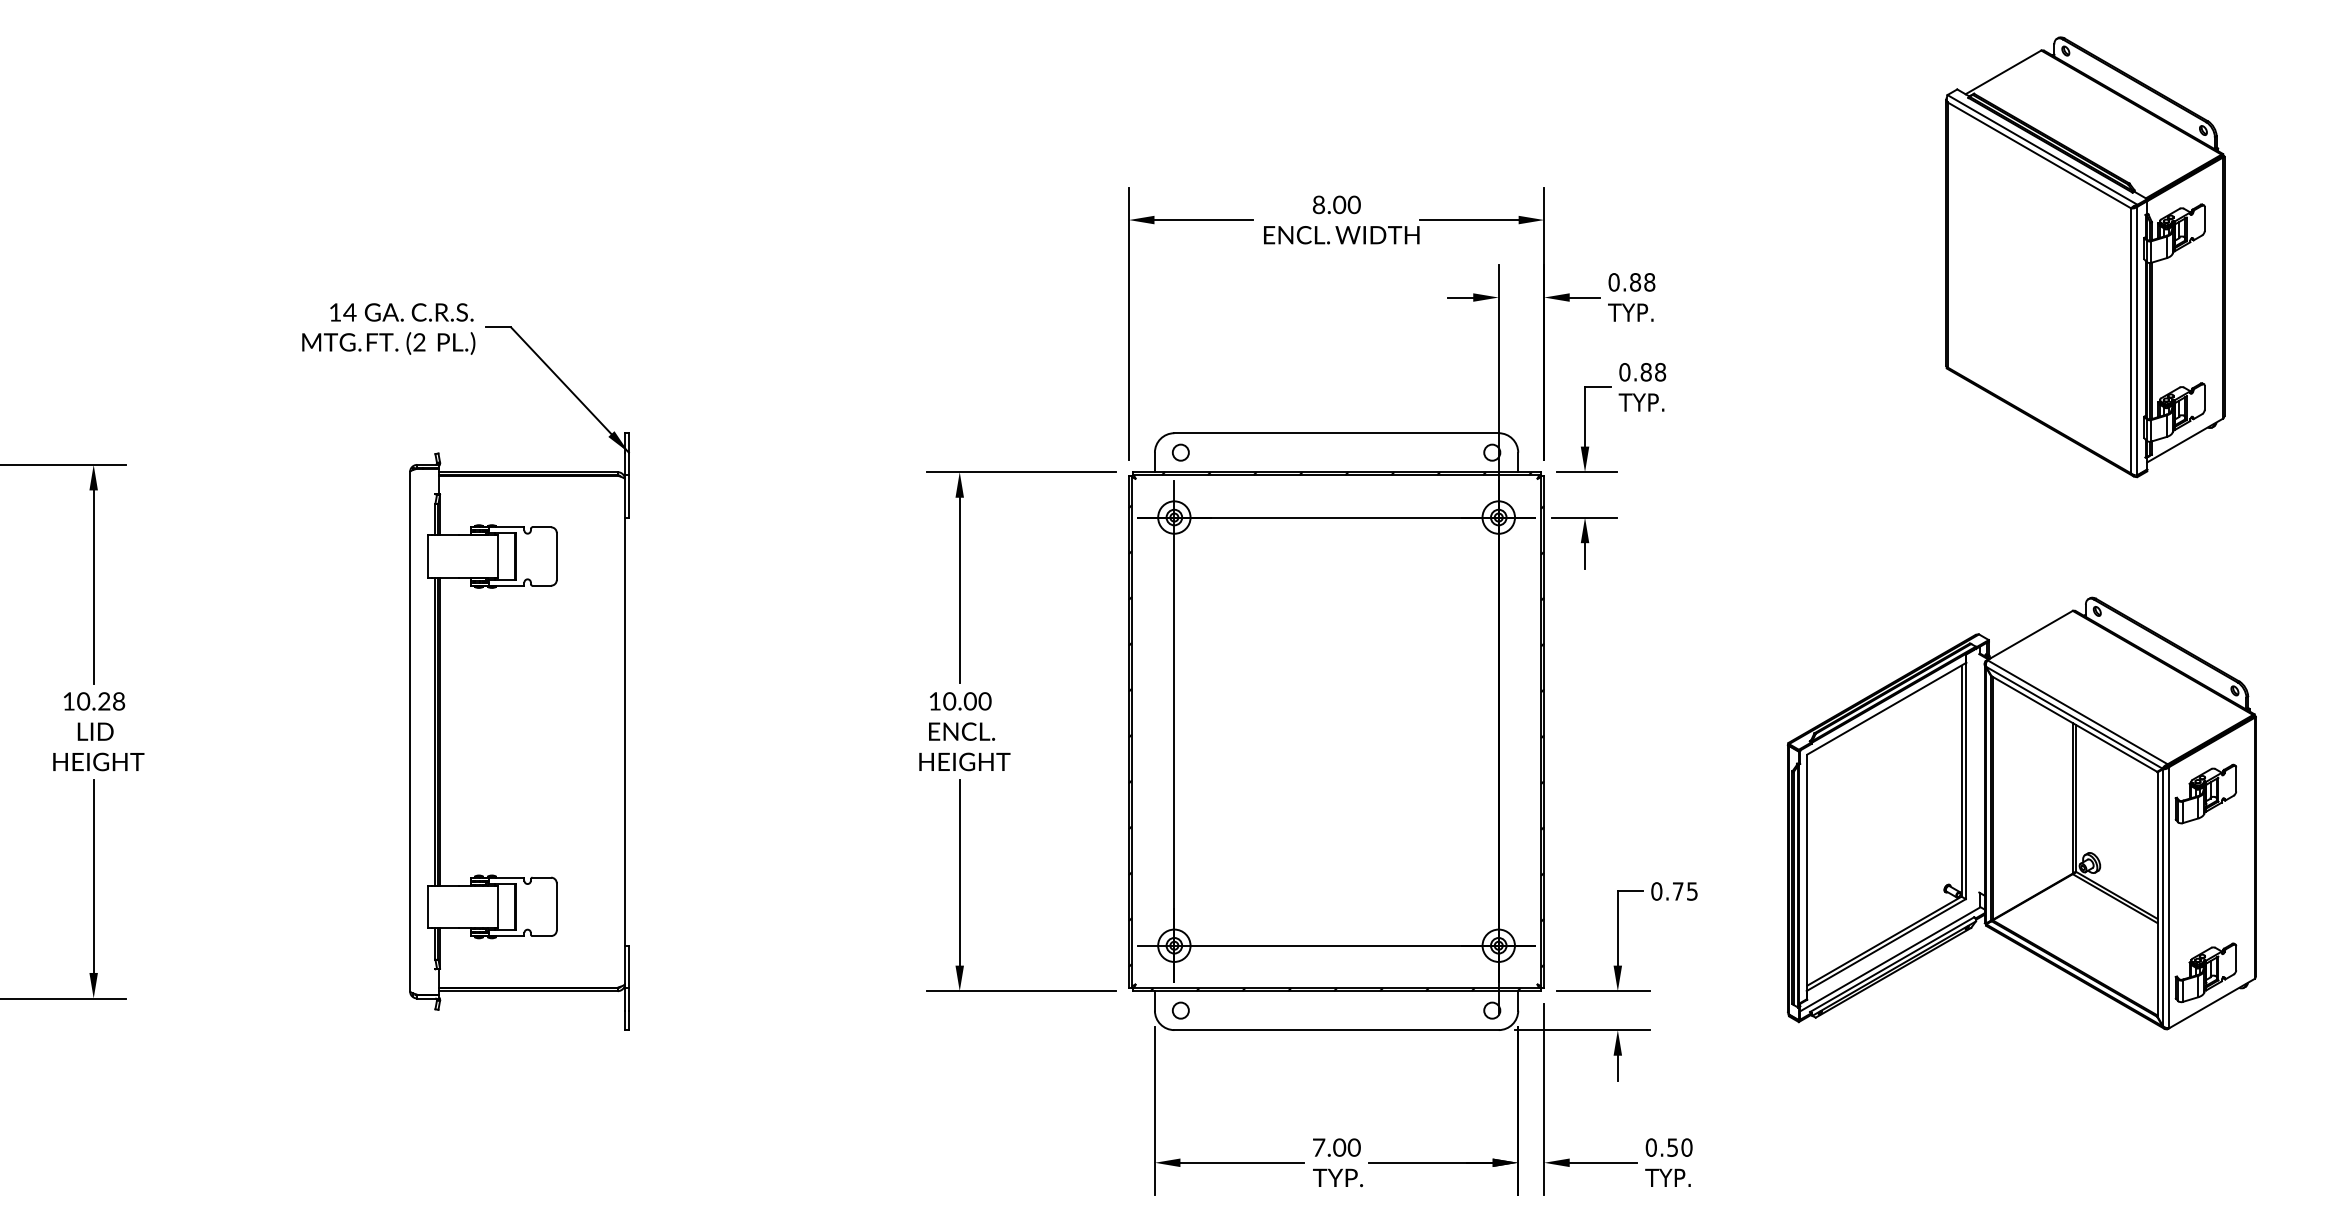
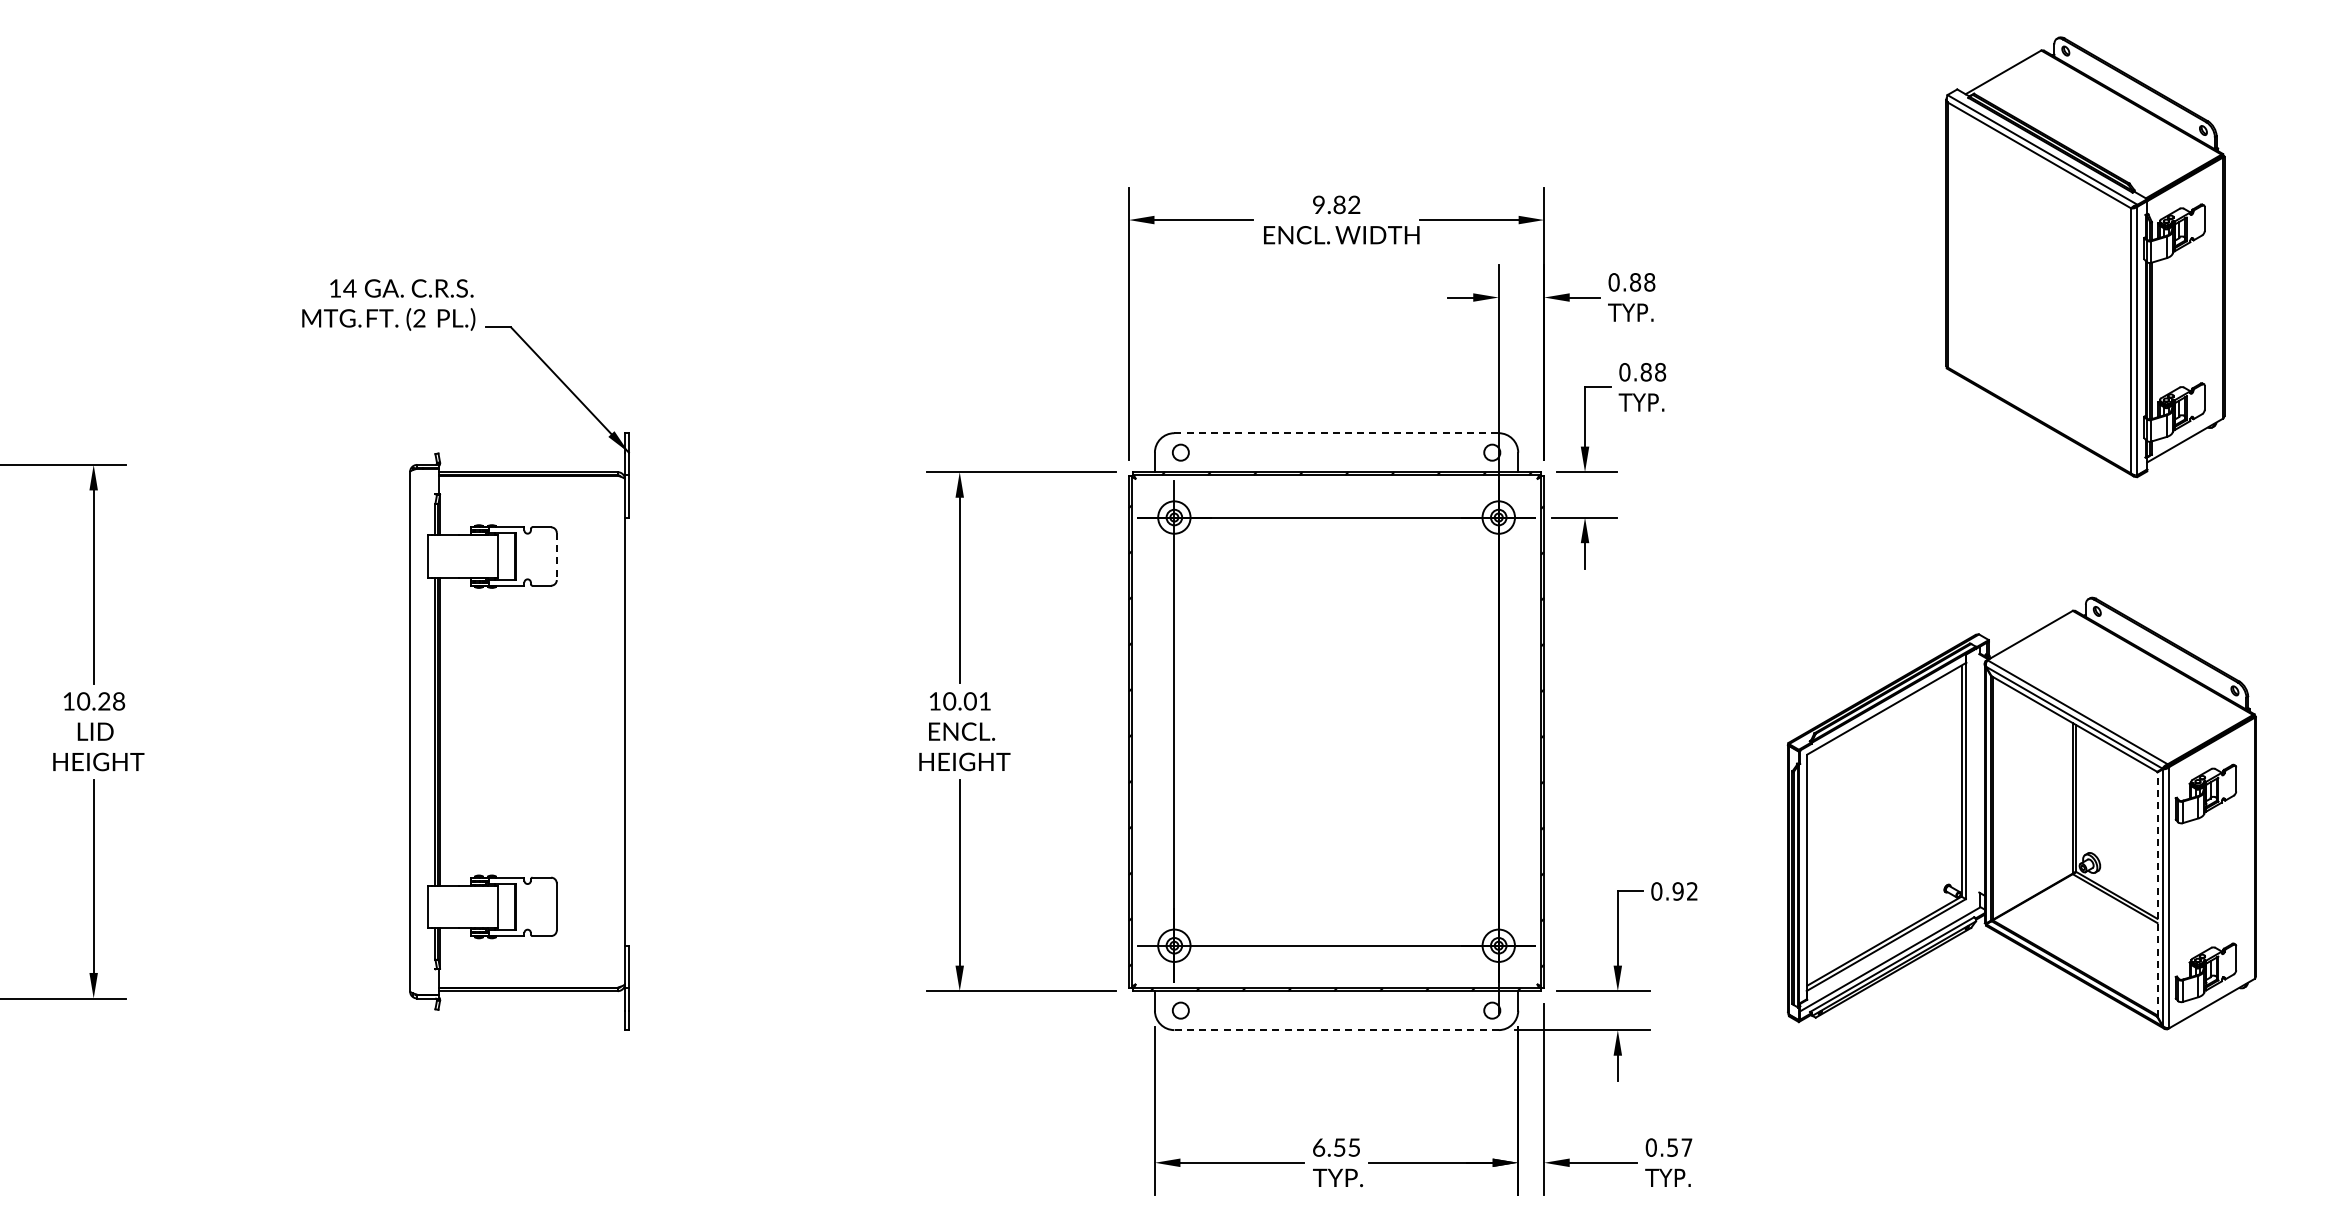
text at (1336, 205): 8.00 -> 9.82
text at (388, 328) position: (388, 328) -> (388, 304)
line at (1337, 433): solid -> dashed
line at (556, 556): solid -> dashed
text at (984, 701): 10.00 -> 10.01
text at (1684, 891): 0.75 -> 0.92
line at (2157, 894): solid -> dashed
line at (1336, 1030): solid -> dashed
text at (1336, 1147): 7.00 -> 6.55
text at (1686, 1147): 0.50 -> 0.57
